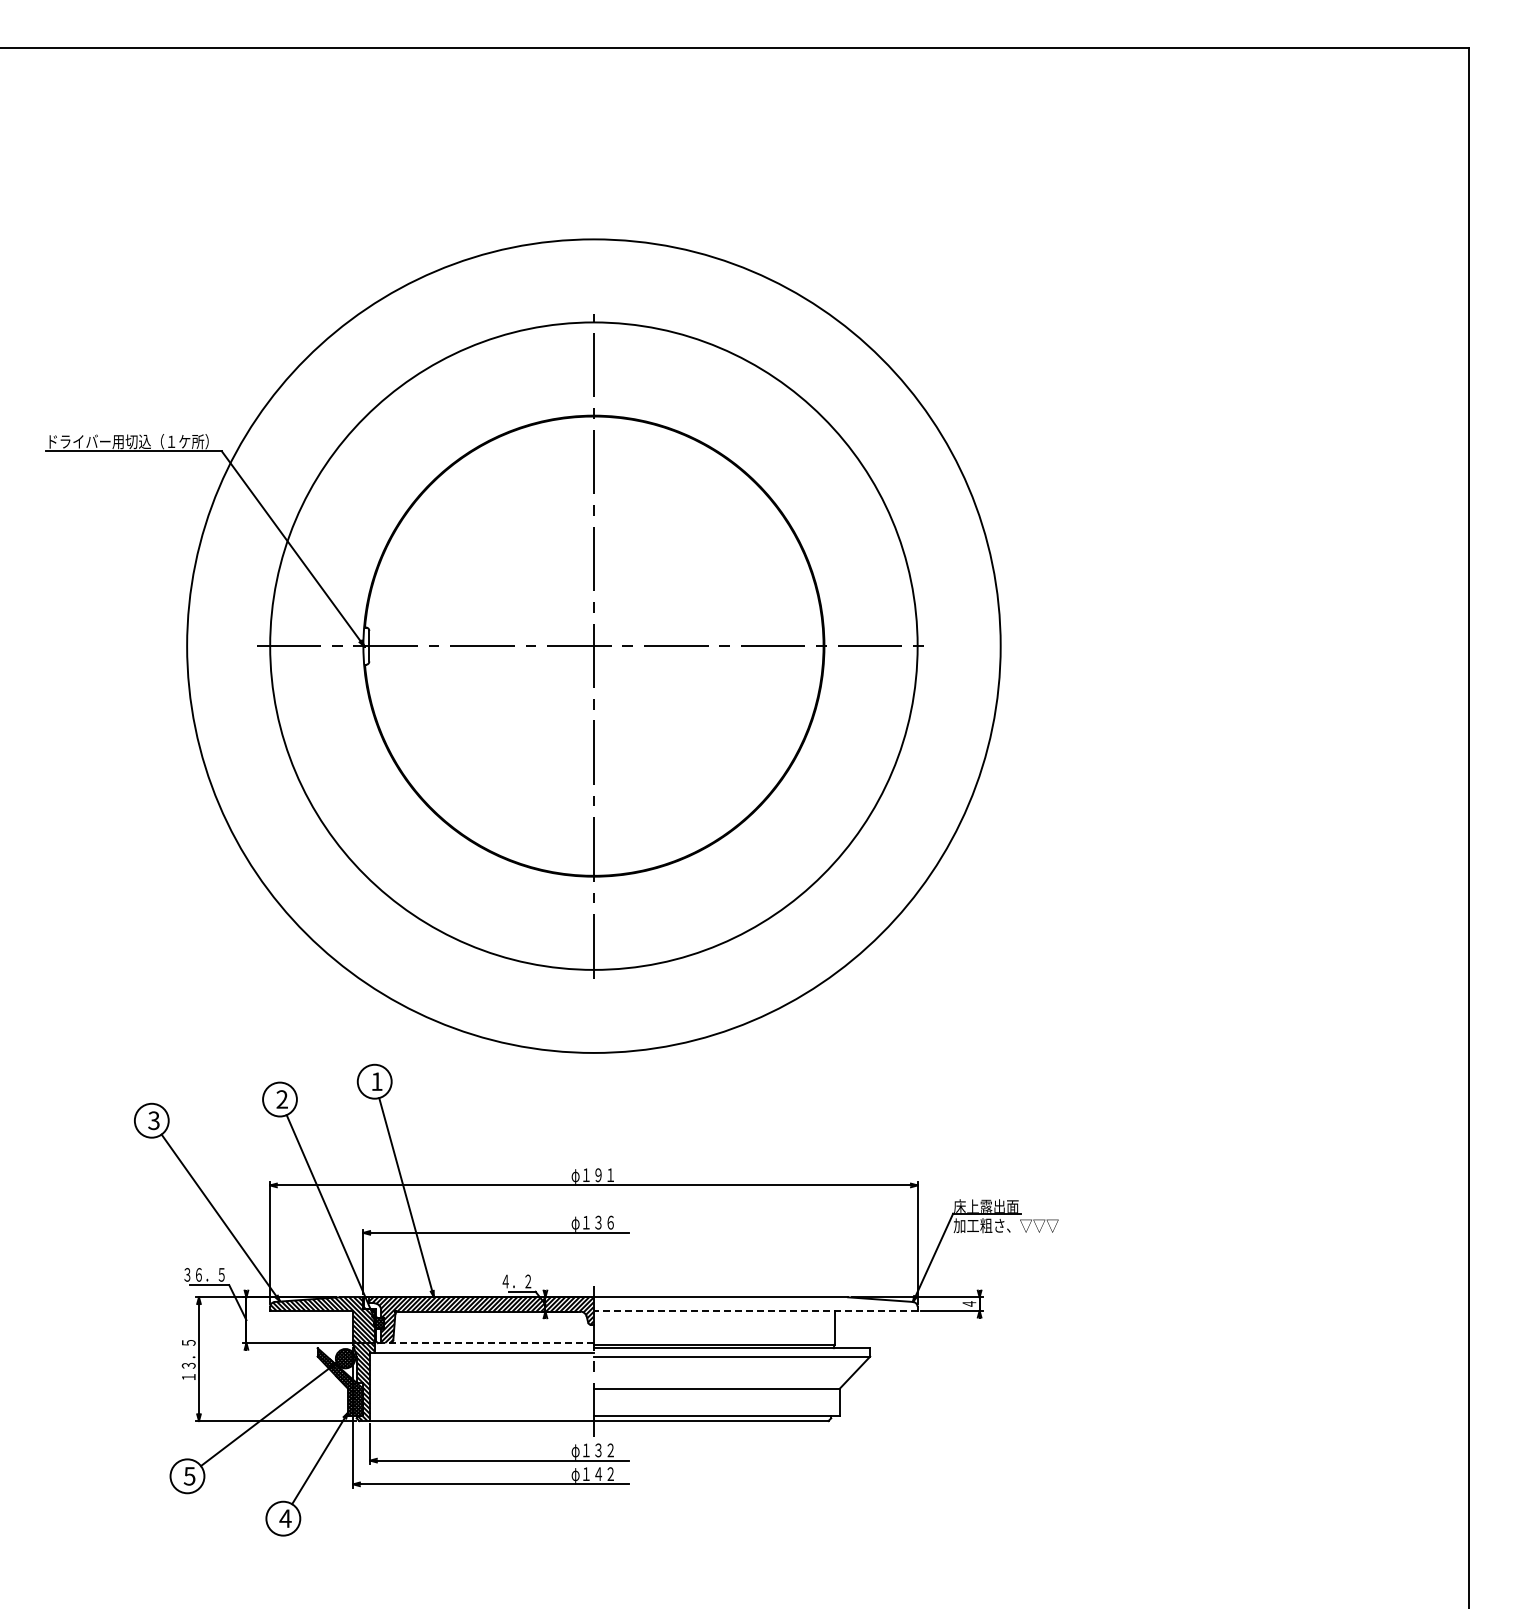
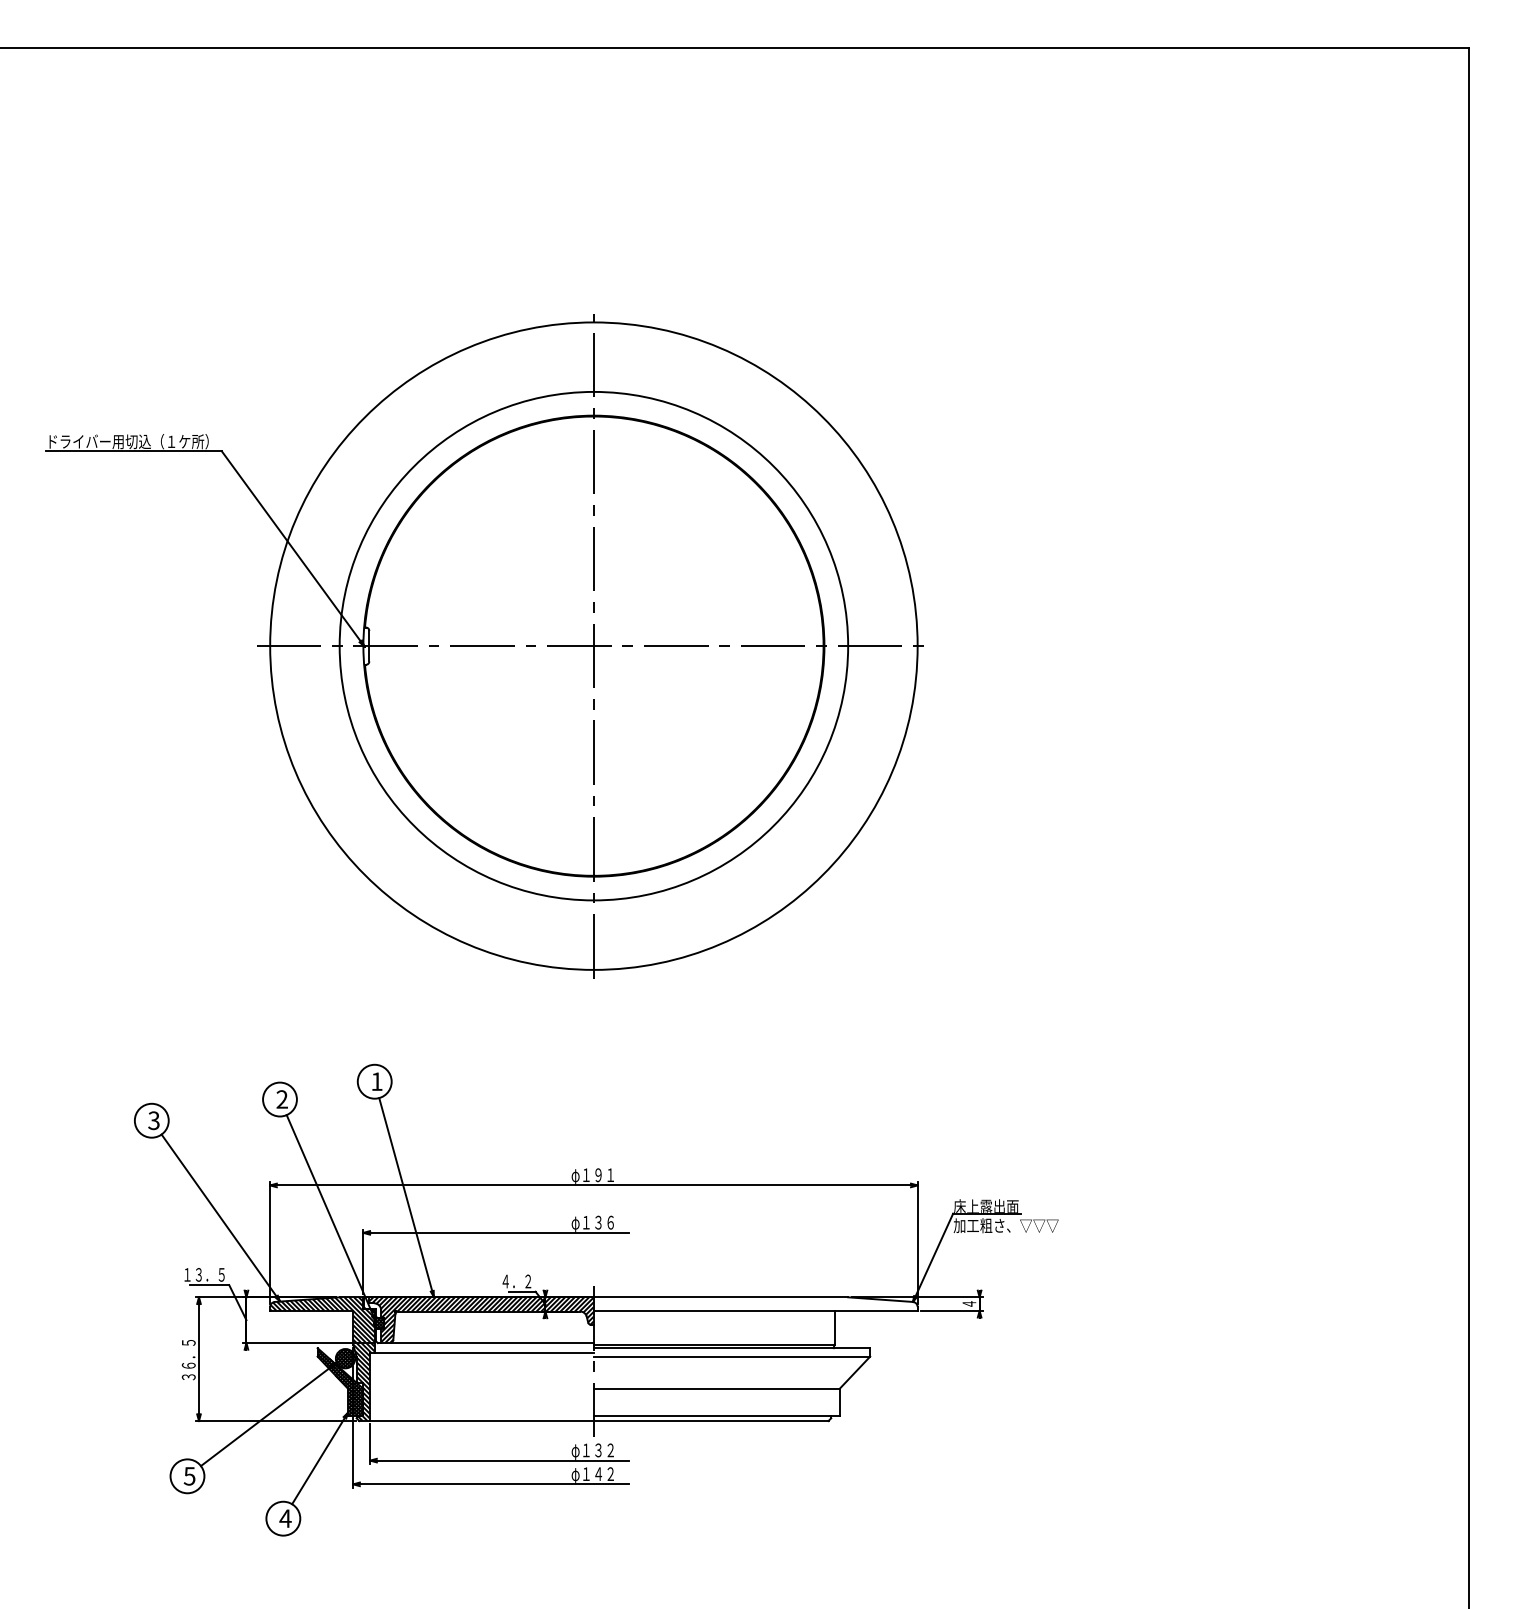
circle at (593, 645) diameter: 814 px -> 508 px
text at (192, 1274): ３６．５ -> １３．５
line at (755, 1310): dashed -> solid
line at (486, 1343): dashed -> solid
text at (188, 1371): １３．５ -> ３６．５
